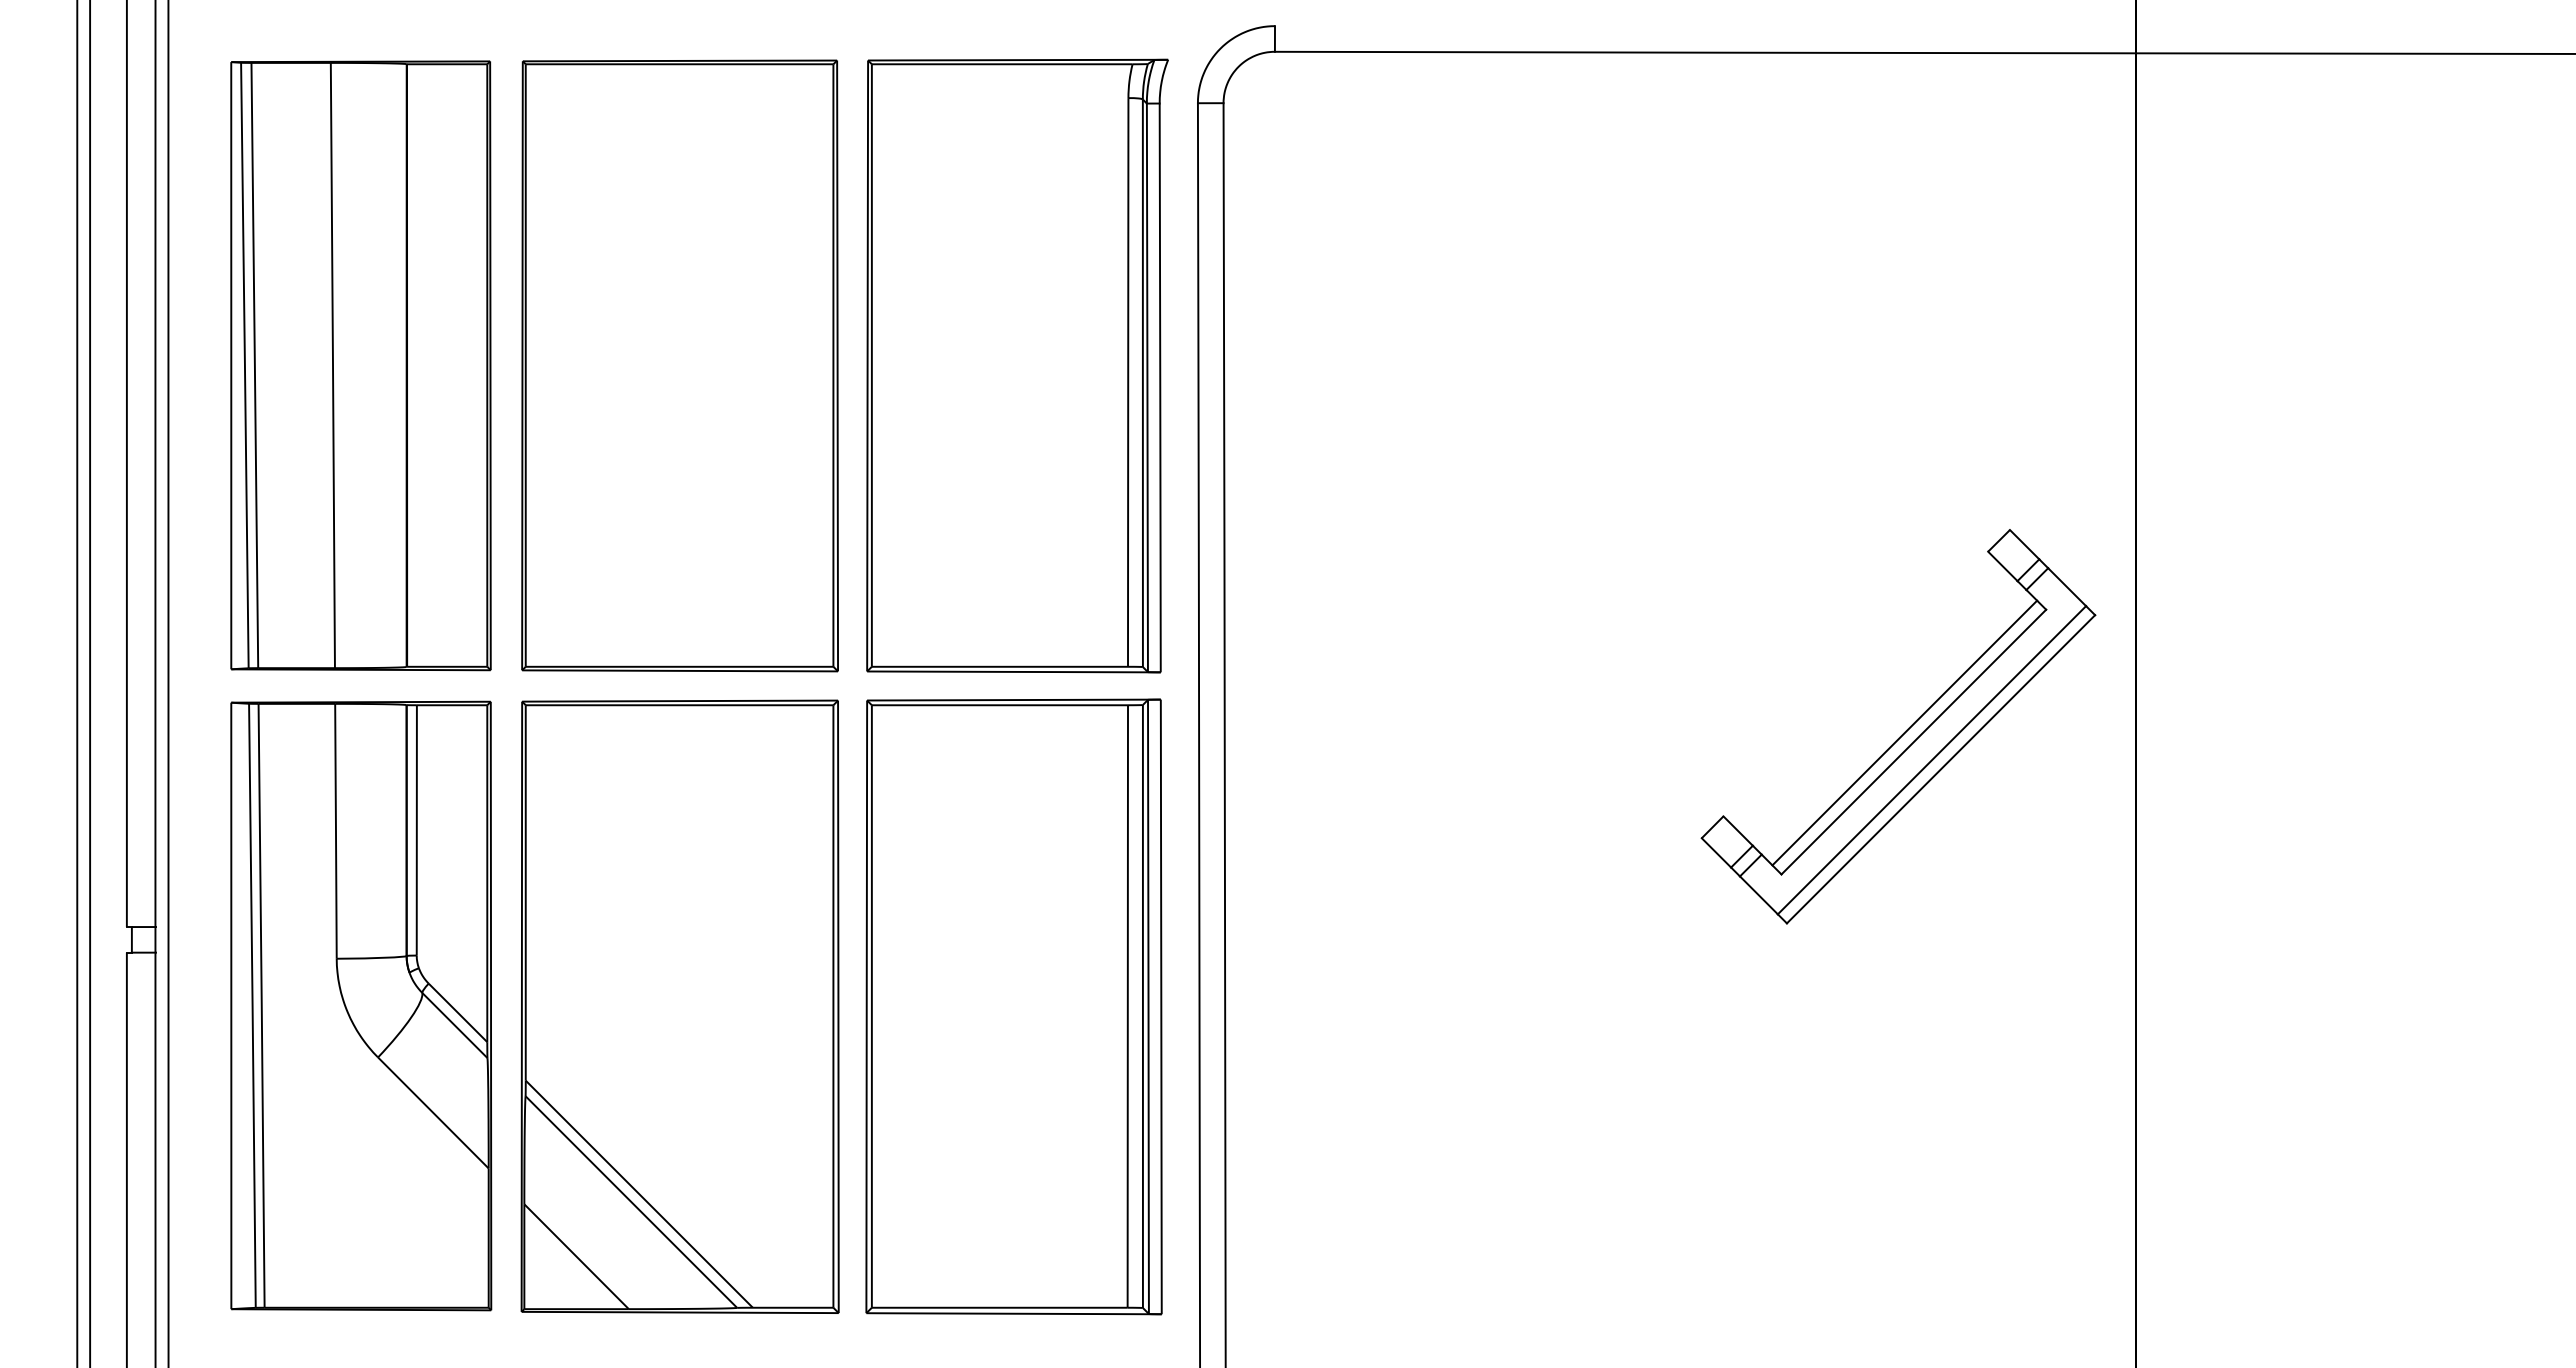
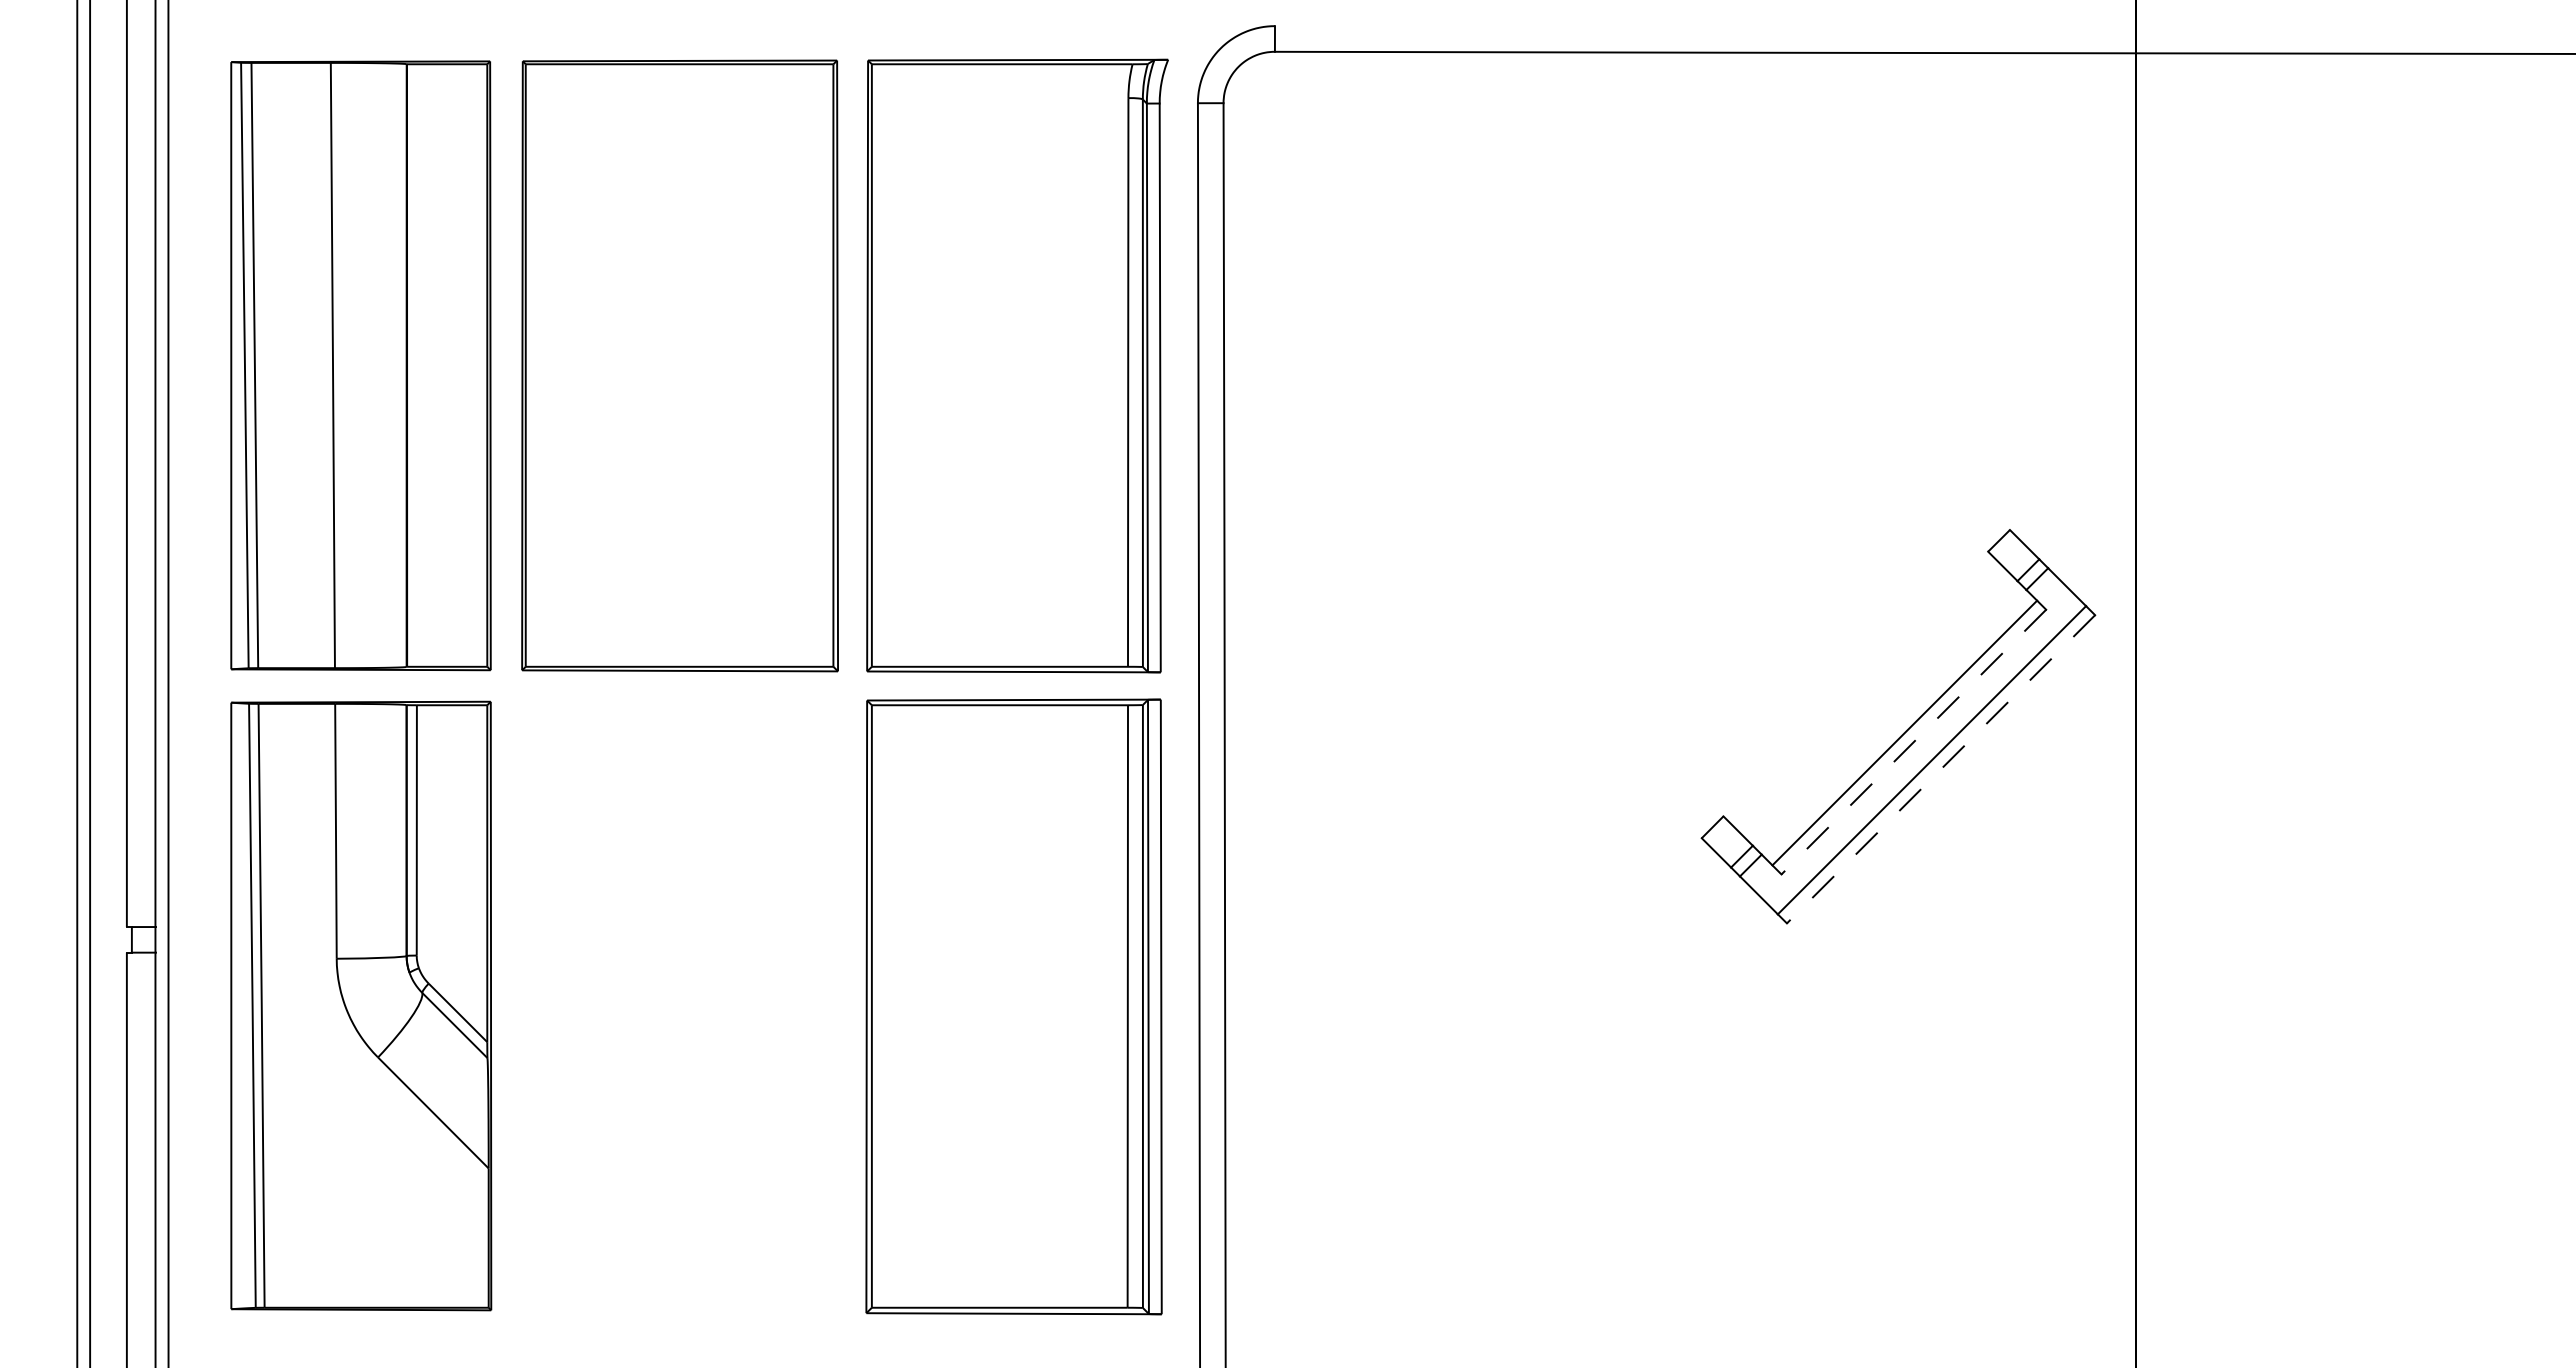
line at (1913, 742): solid -> dashed
line at (1941, 769): solid -> dashed
part at (679, 1006): present -> none
